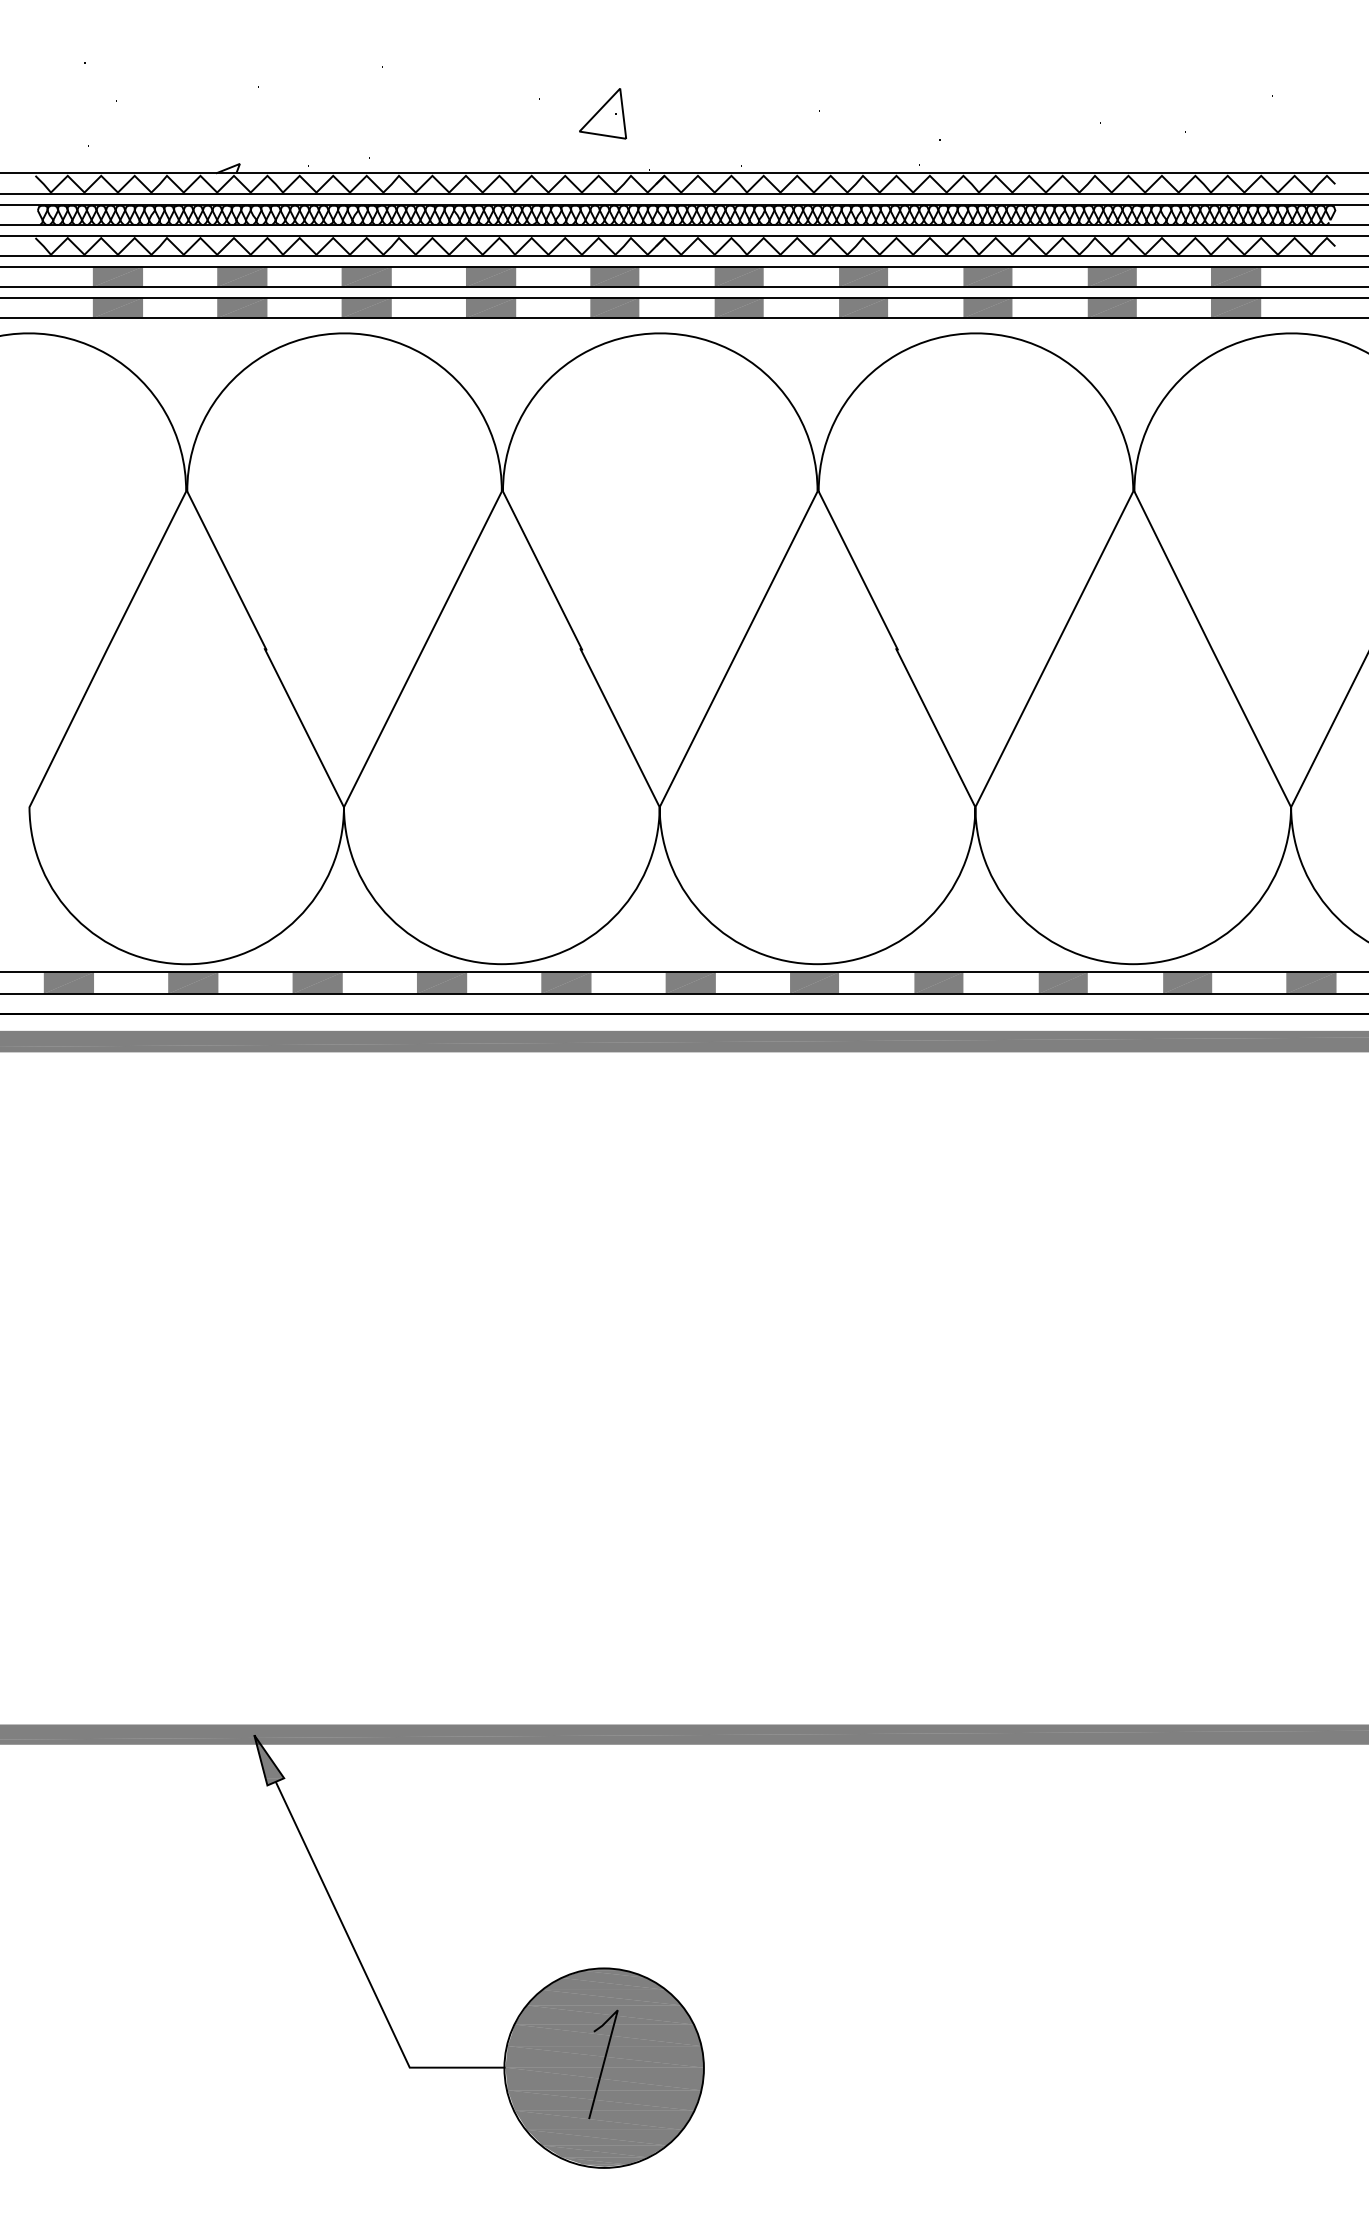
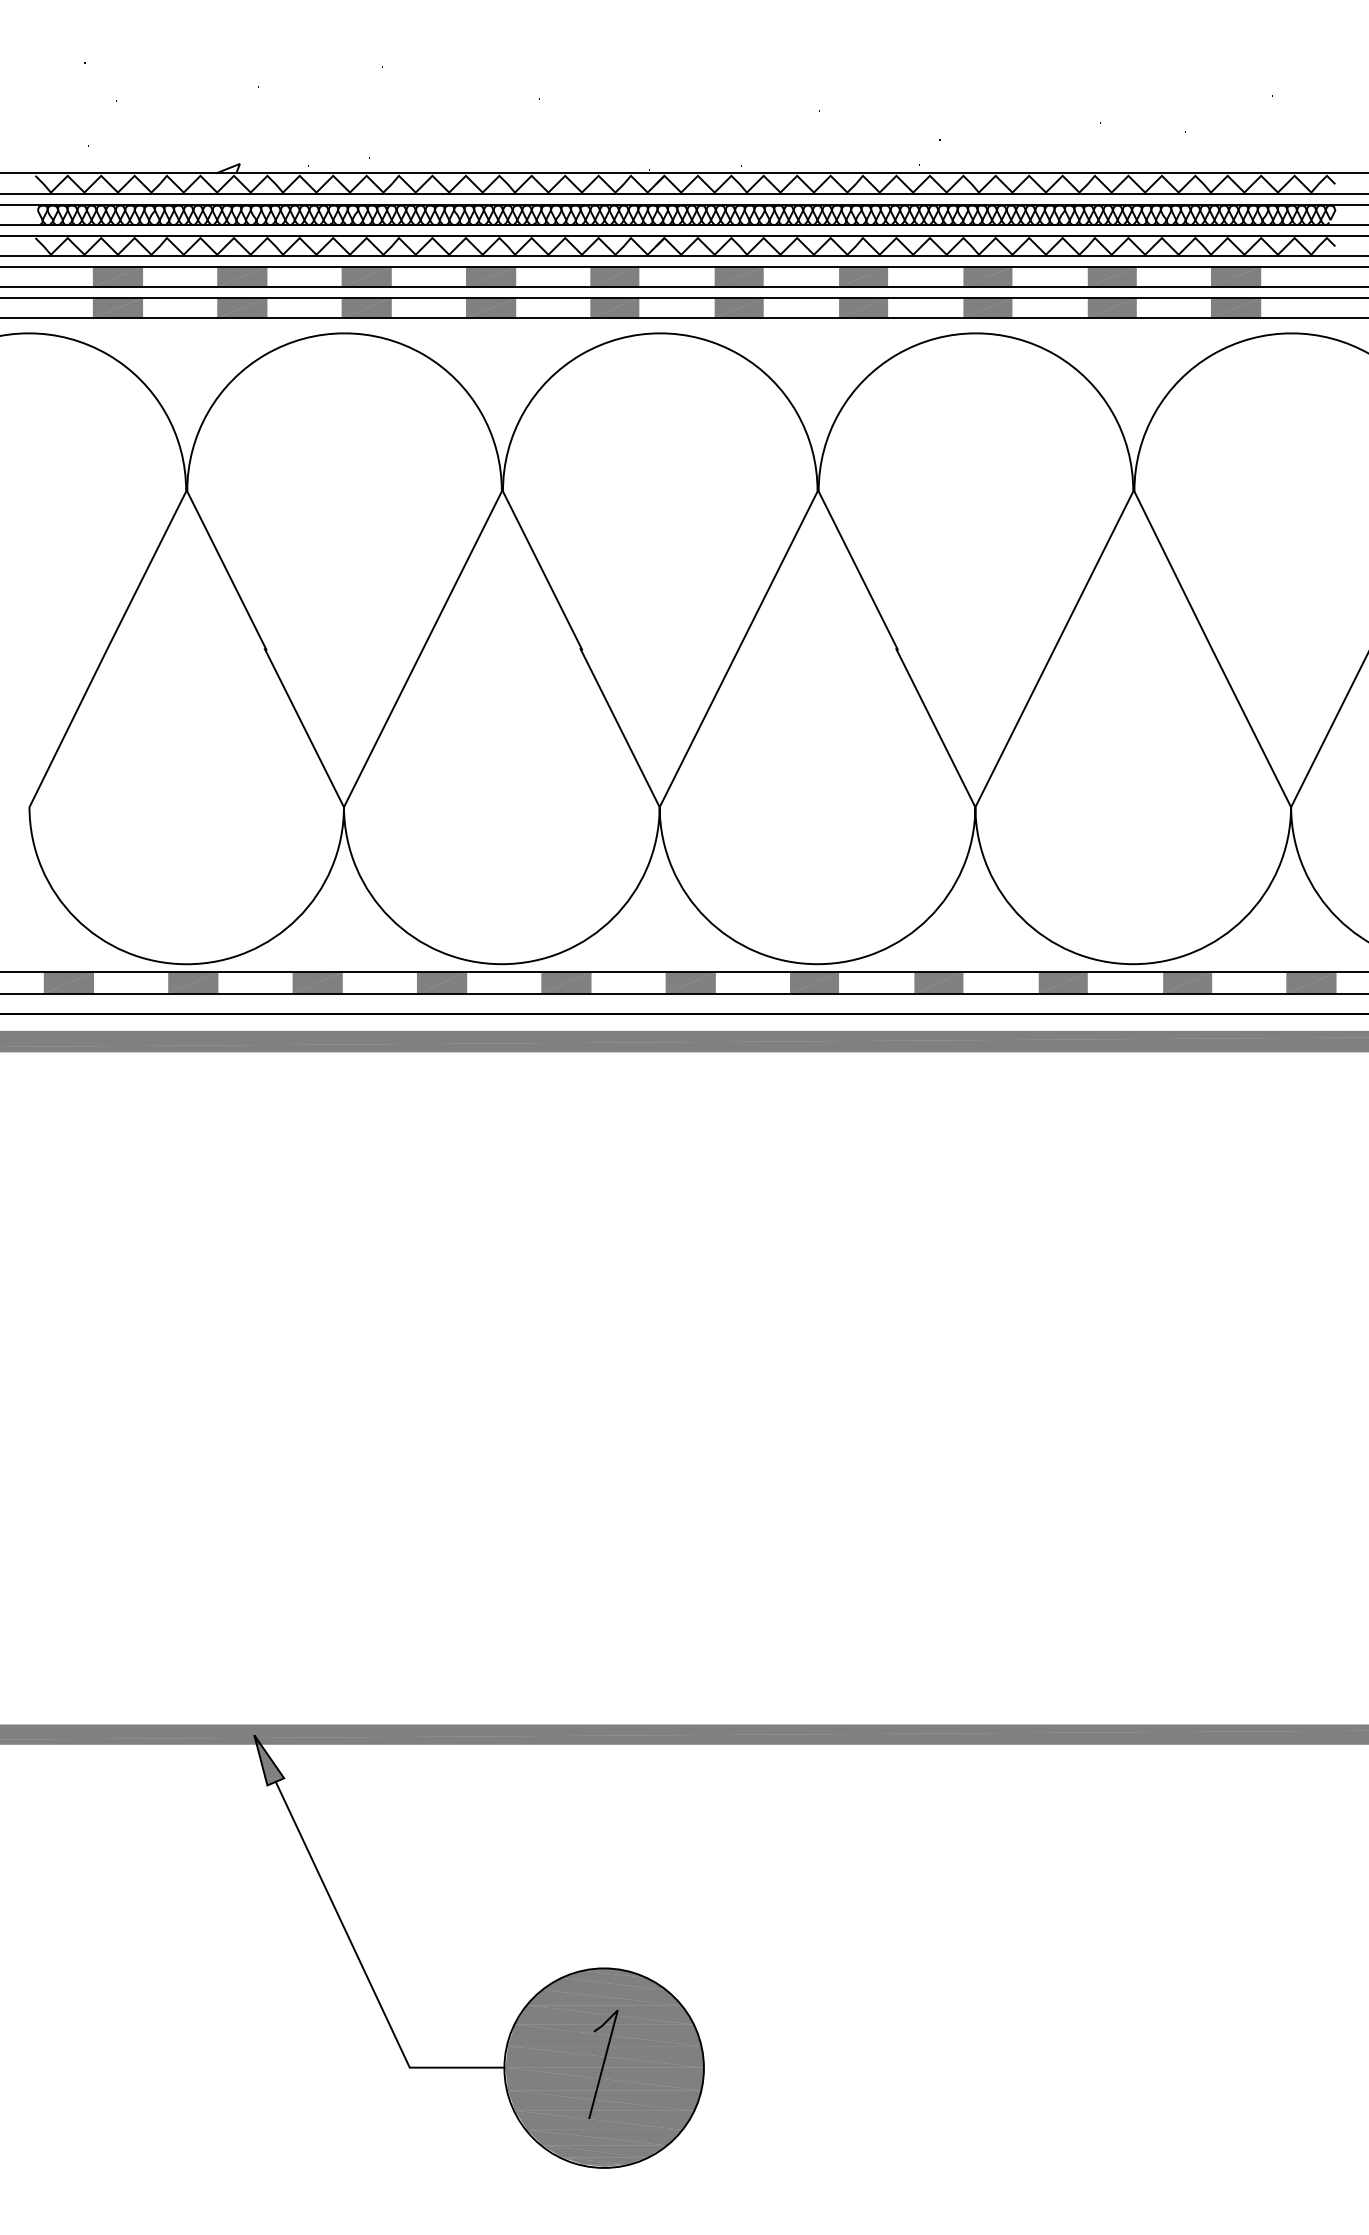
part at (602, 113): present -> none
